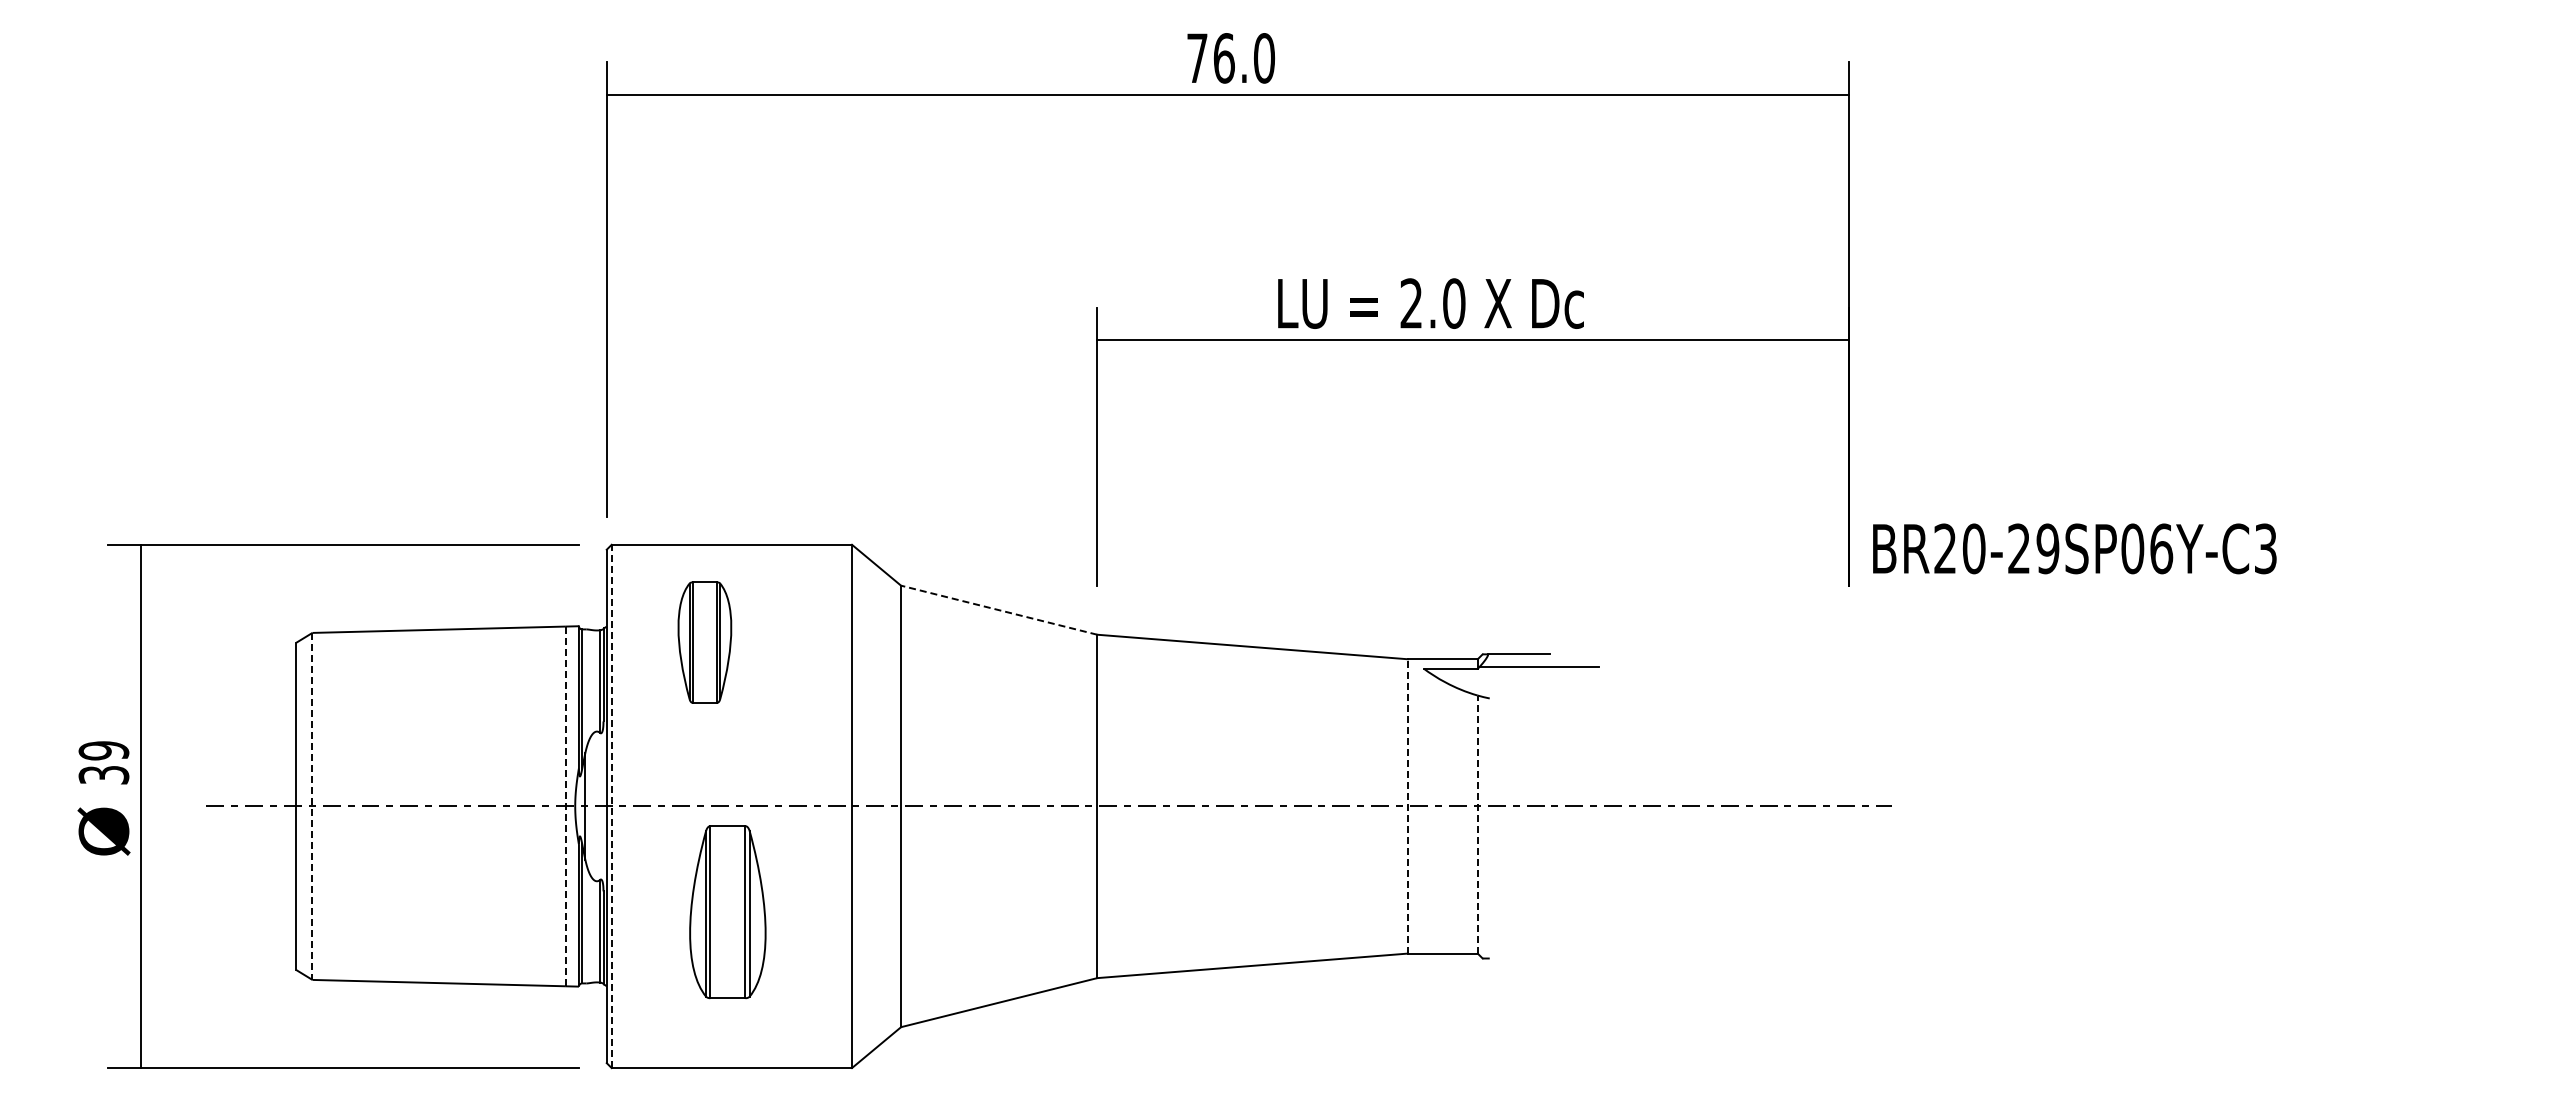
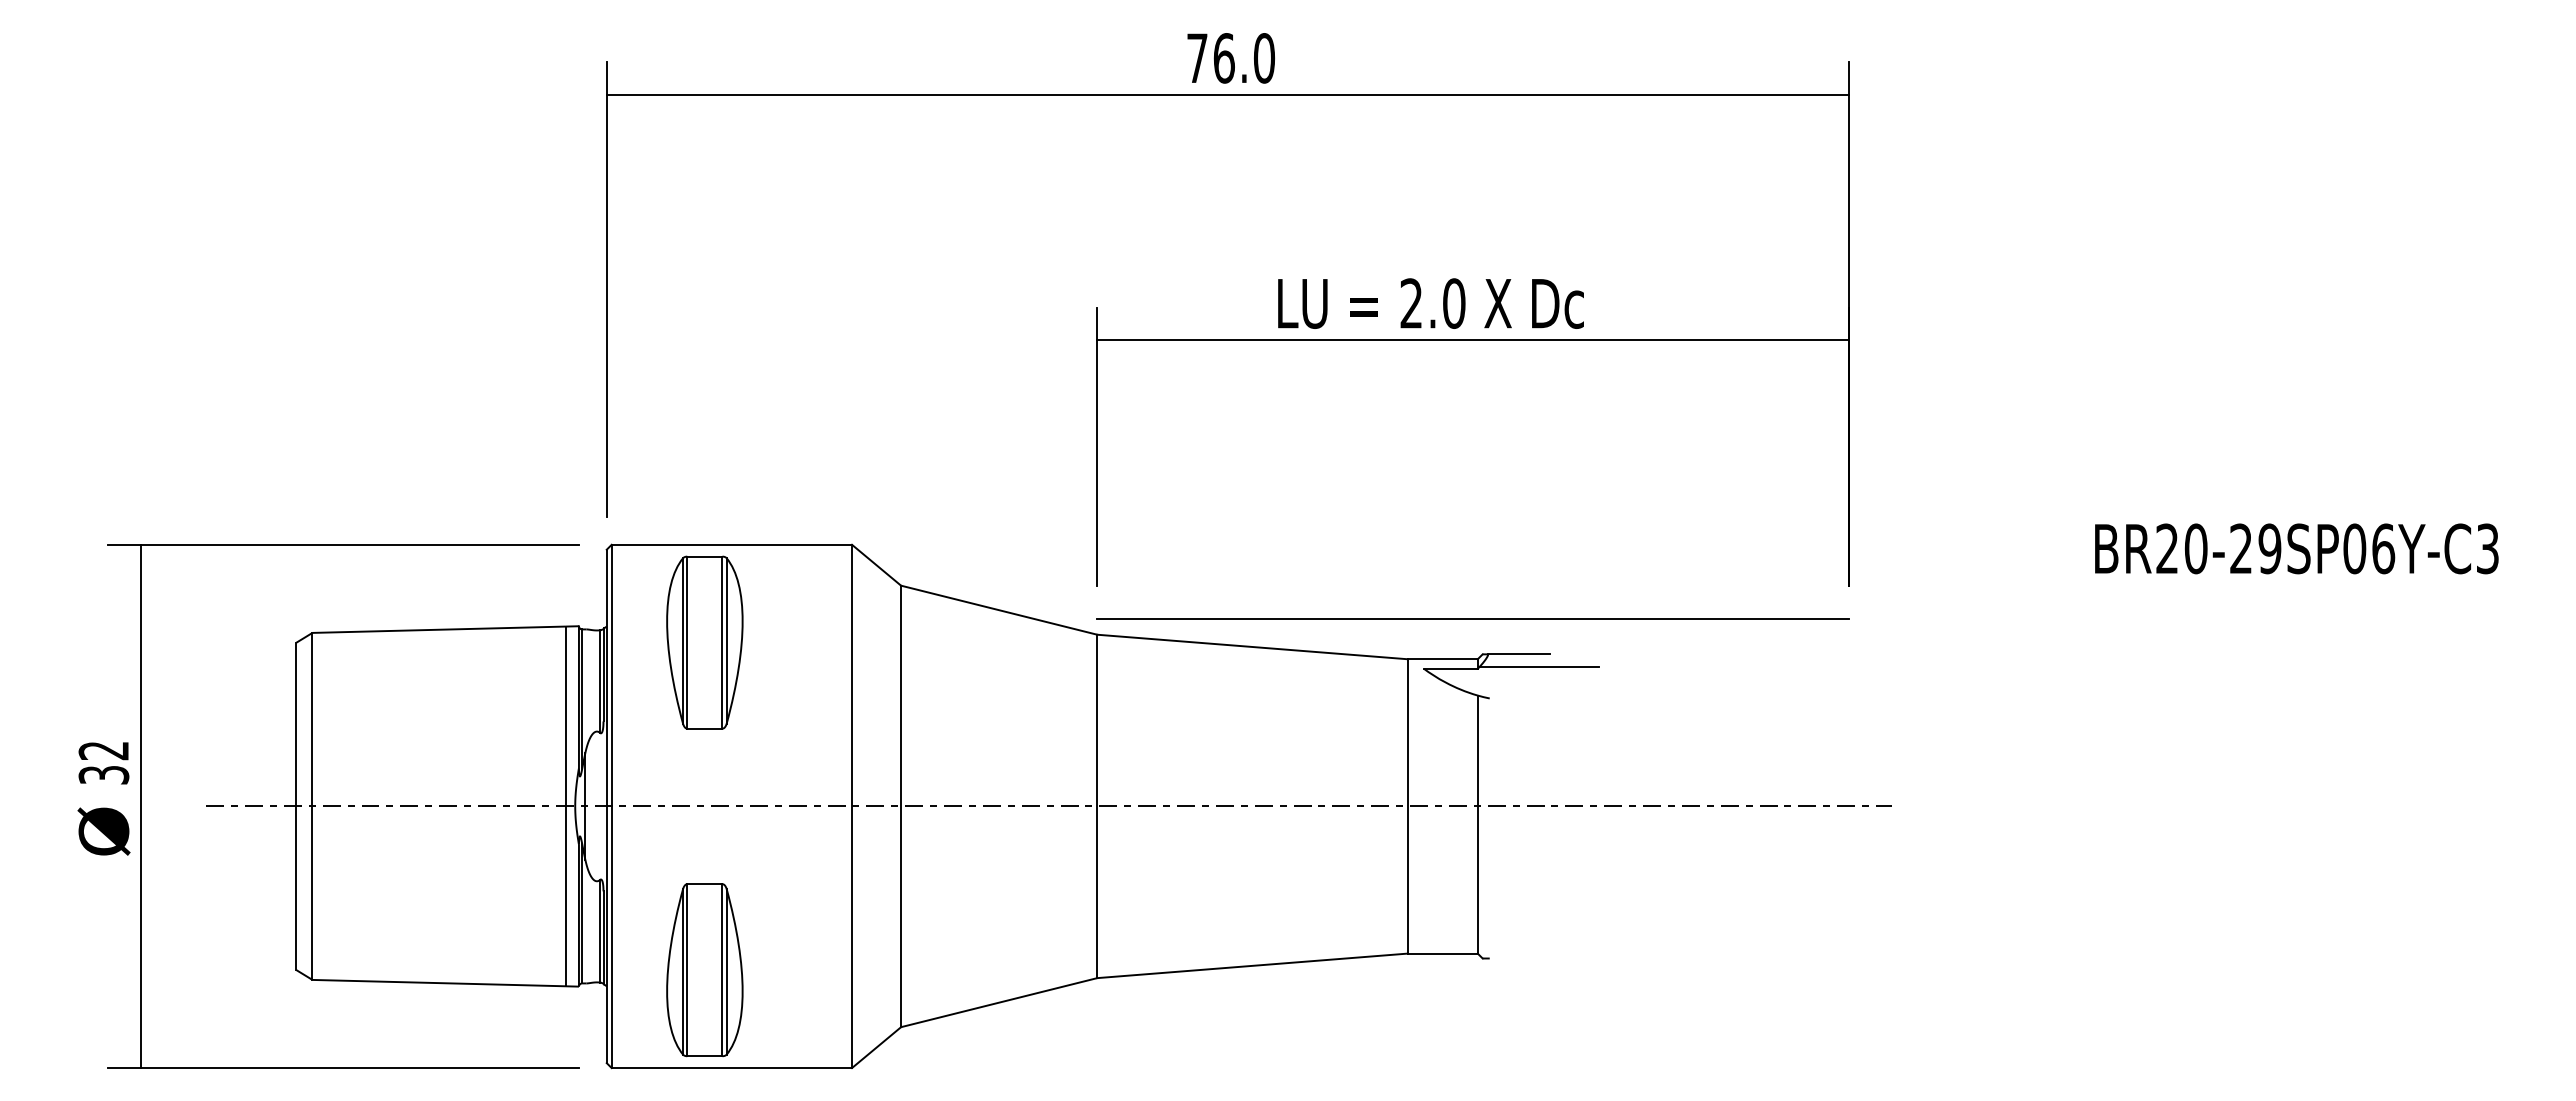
text at (2074, 548) position: (2074, 548) -> (2296, 548)
line at (998, 610): dashed -> solid
line at (1473, 618): none -> present
part at (704, 642) size: 56x123 px -> 78x175 px
text at (103, 750): 39 -> 32
line at (1407, 805): dashed -> solid
line at (312, 806): dashed -> solid
line at (565, 806): dashed -> solid
line at (611, 806): dashed -> solid
line at (1477, 824): dashed -> solid
part at (727, 912) position: (727, 912) -> (704, 970)
